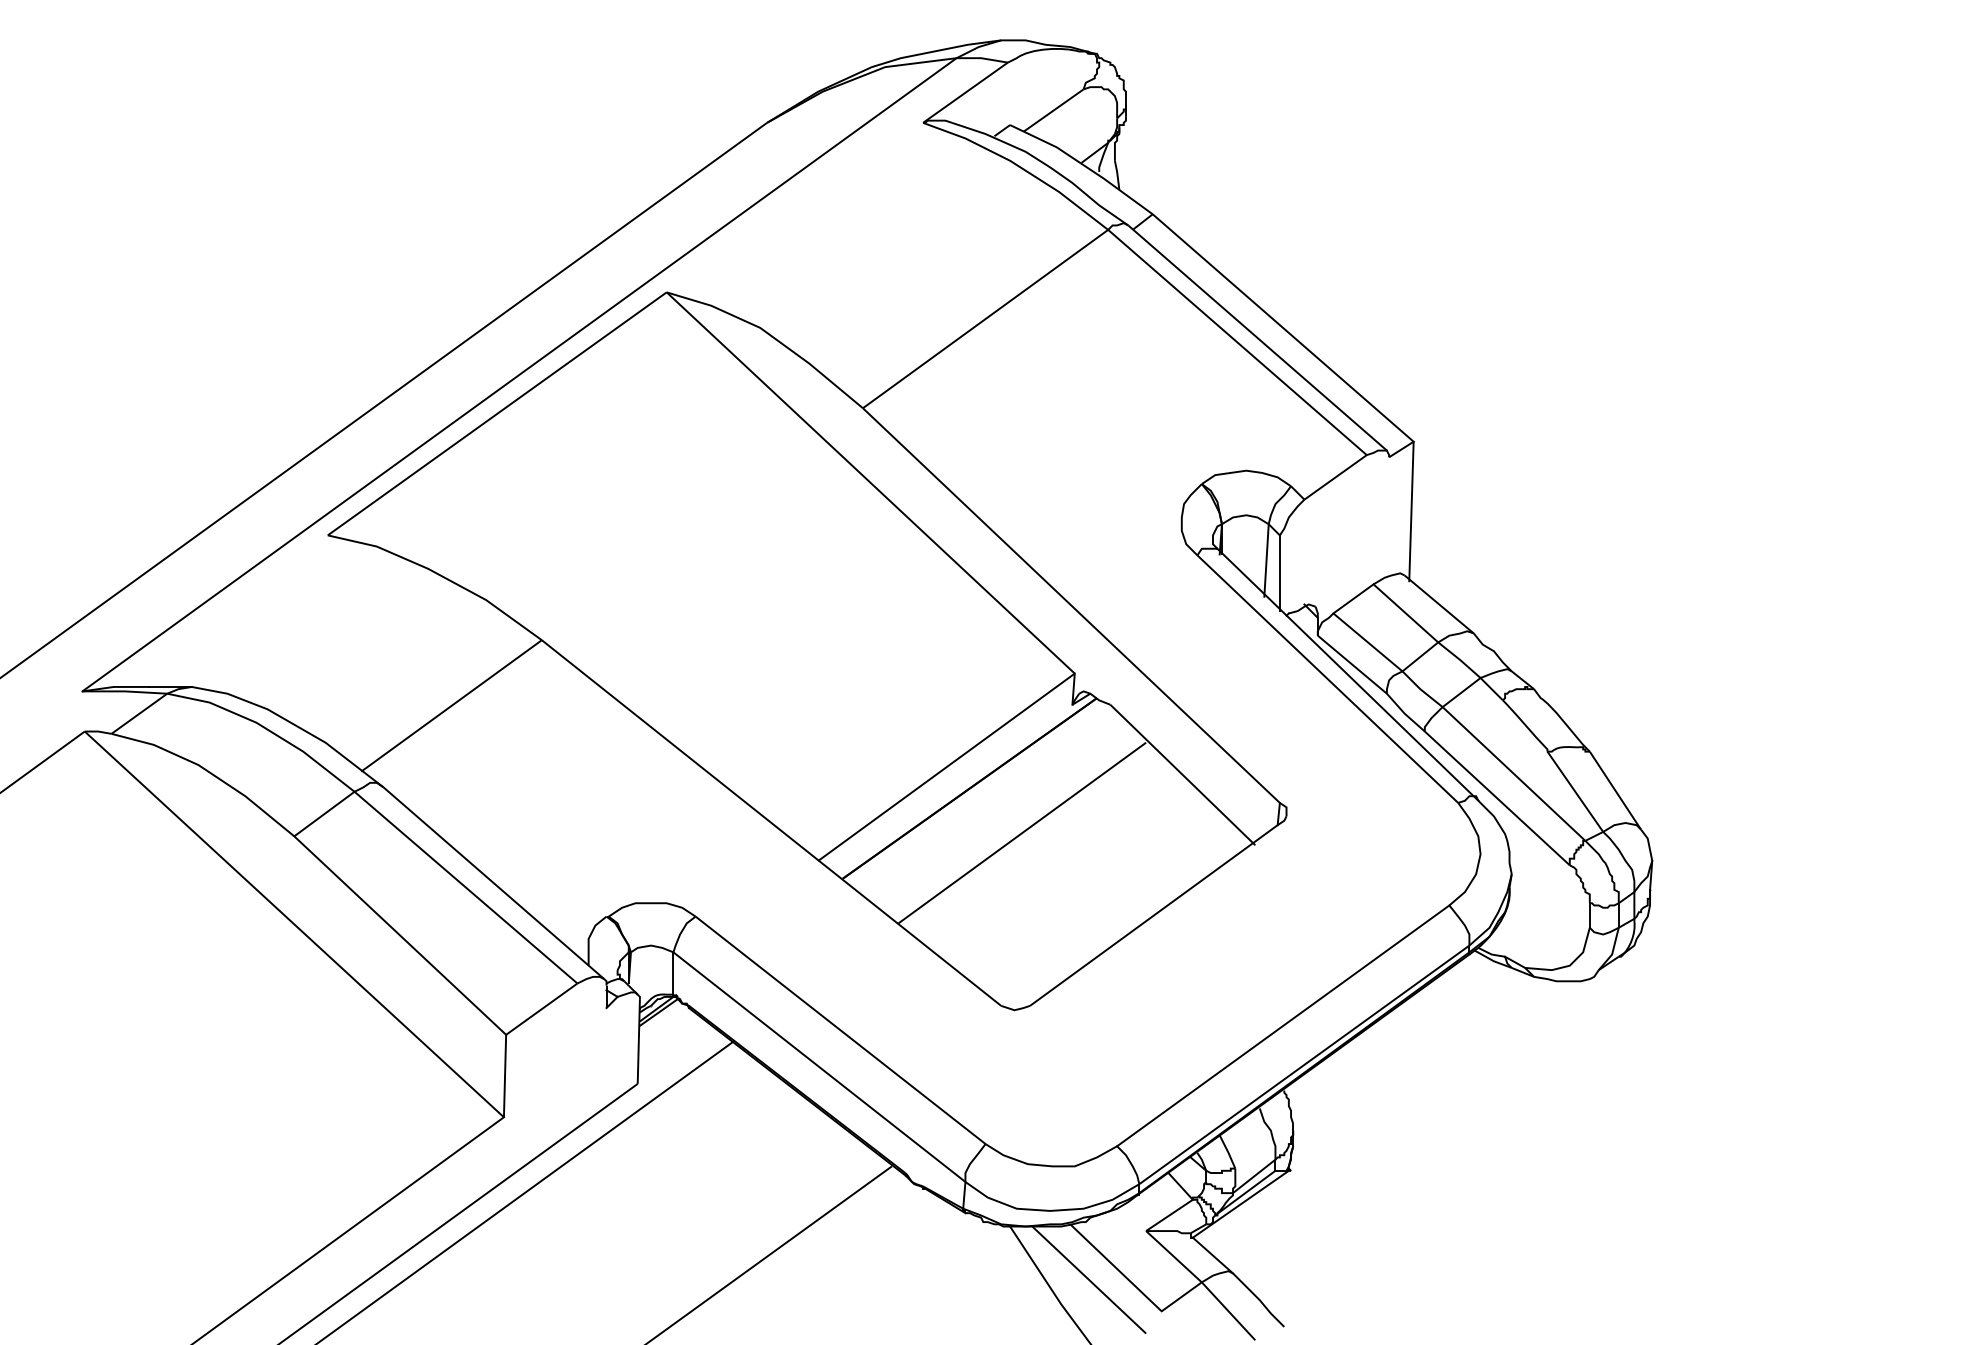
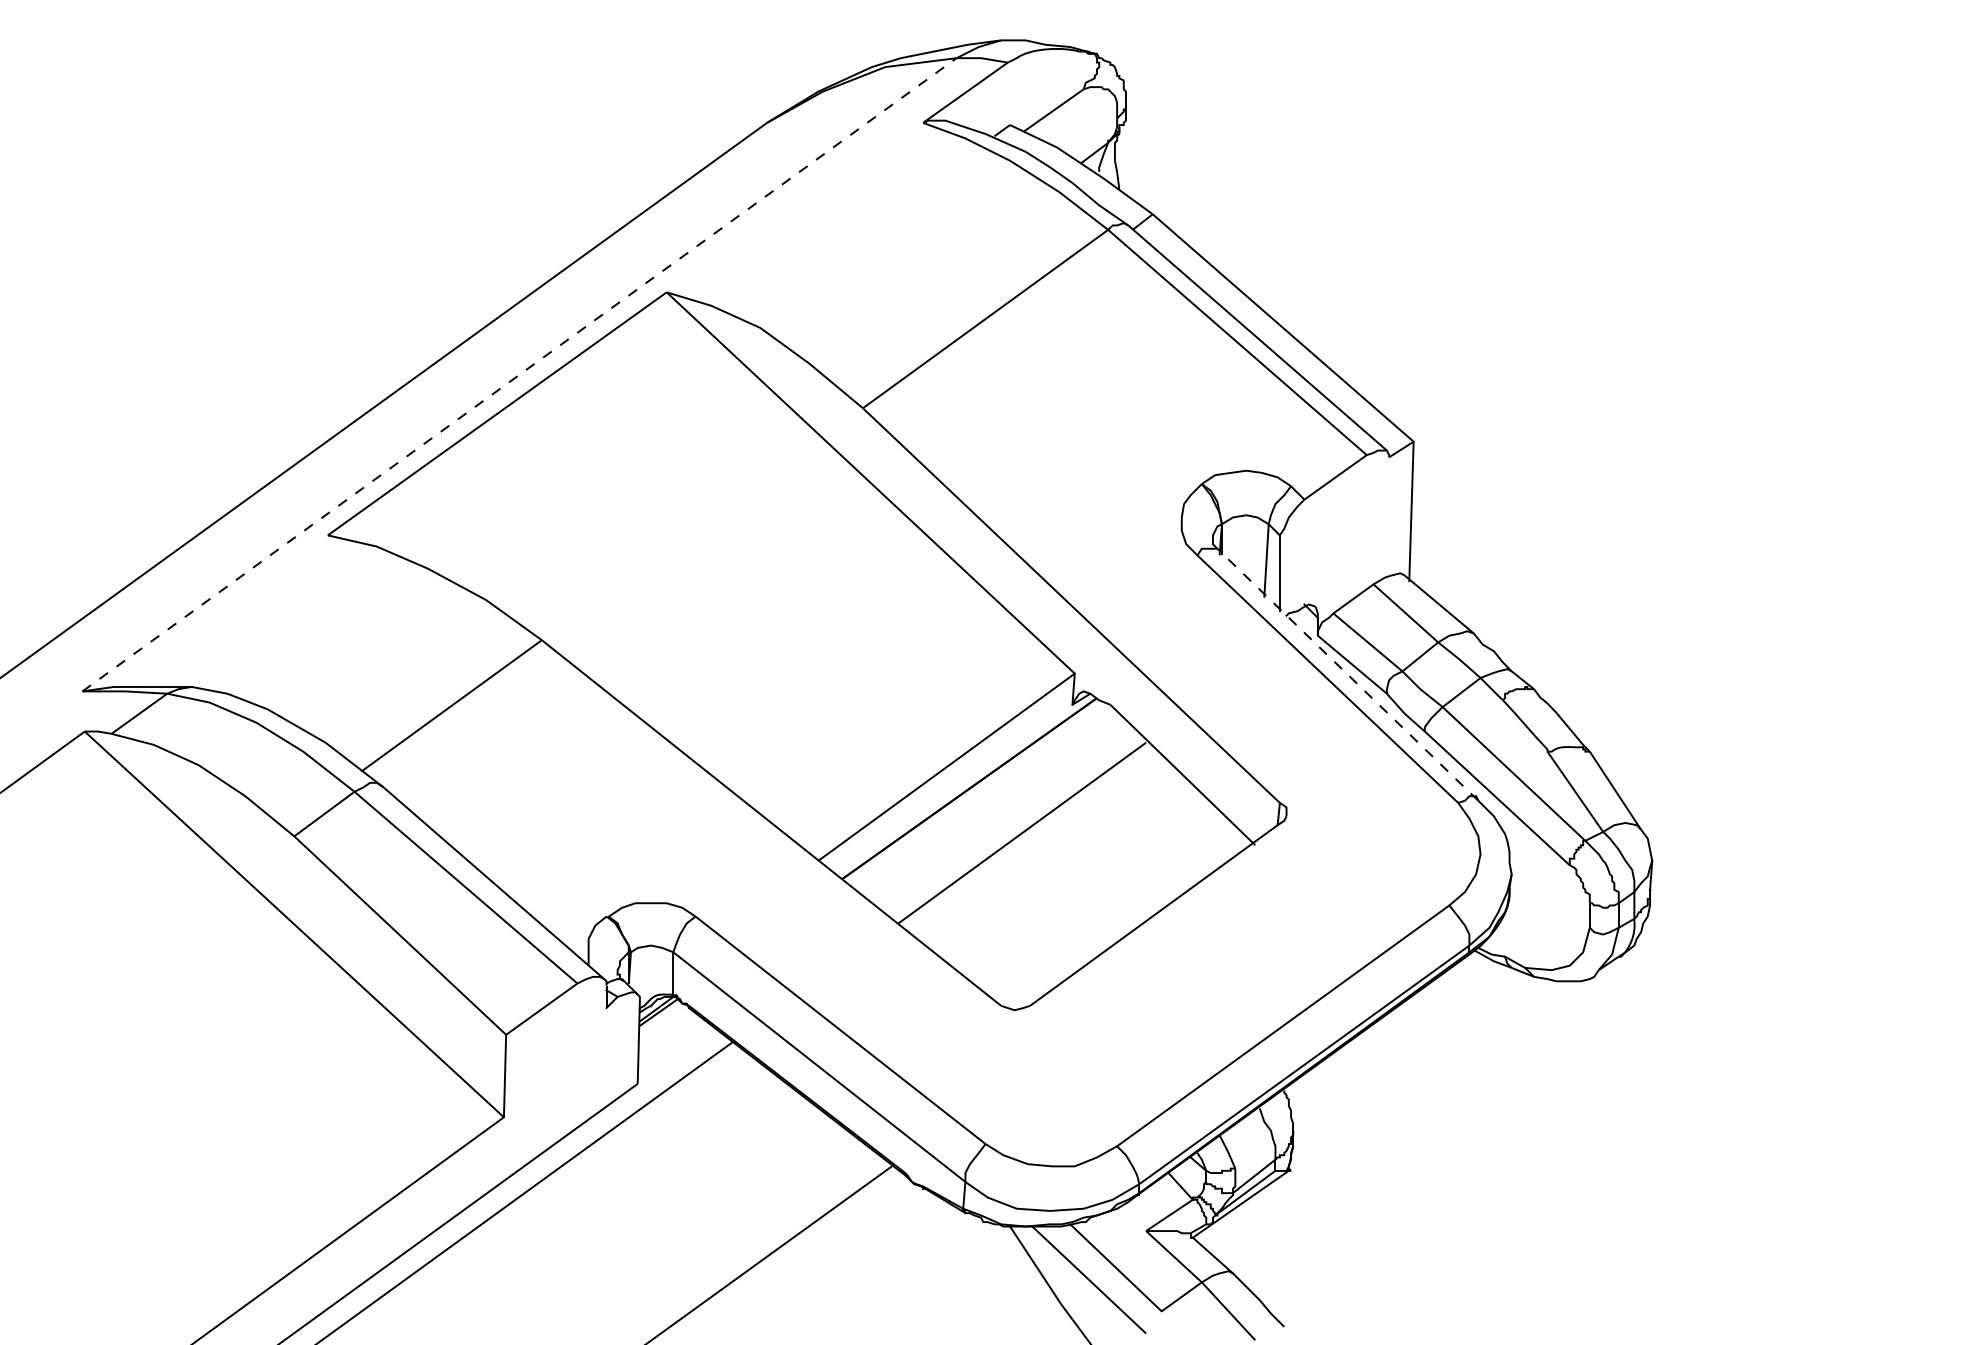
line at (519, 374): solid -> dashed
line at (1347, 674): solid -> dashed
